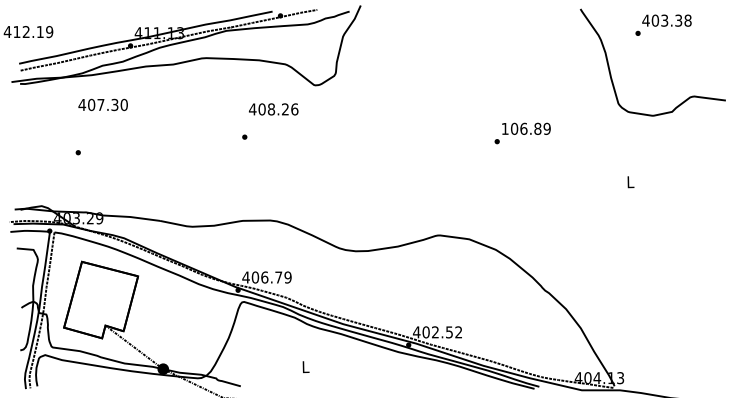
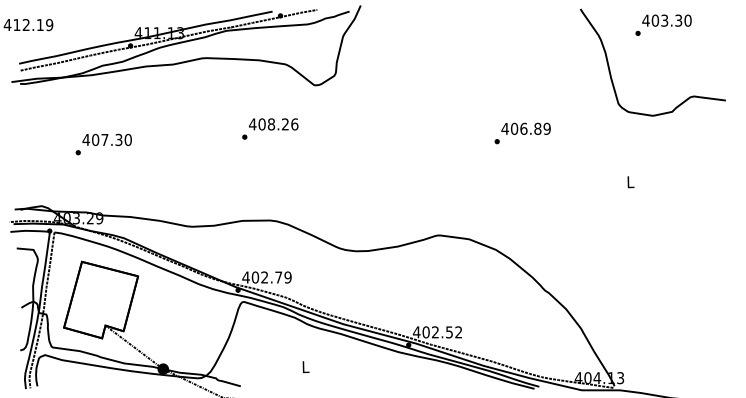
text at (687, 20): 403.38 -> 403.30
text at (28, 32) position: (28, 32) -> (28, 25)
text at (102, 104) position: (102, 104) -> (106, 139)
text at (273, 109) position: (273, 109) -> (273, 124)
text at (505, 128): 106.89 -> 406.89
text at (264, 277): 406.79 -> 402.79
